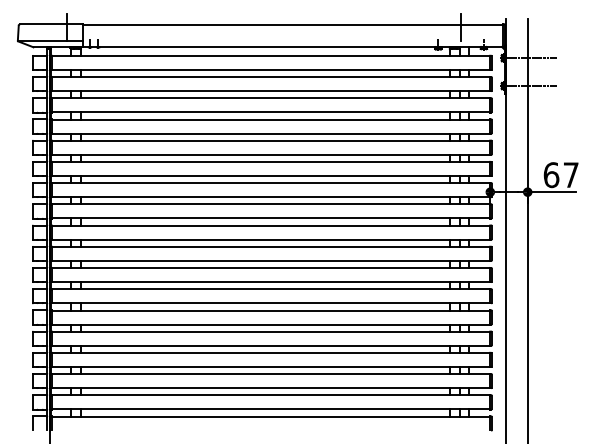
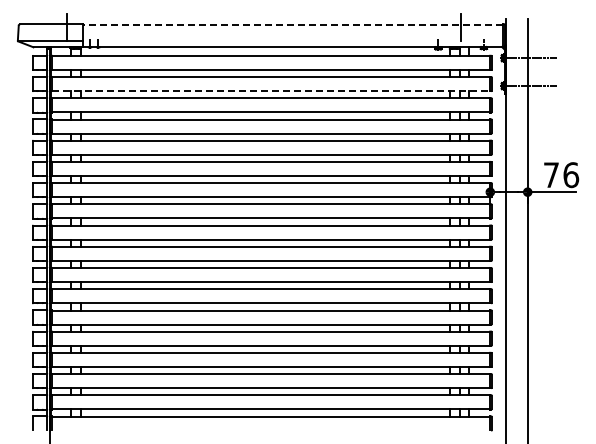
line at (292, 24): solid -> dashed
line at (271, 91): solid -> dashed
text at (561, 175): 67 -> 76
